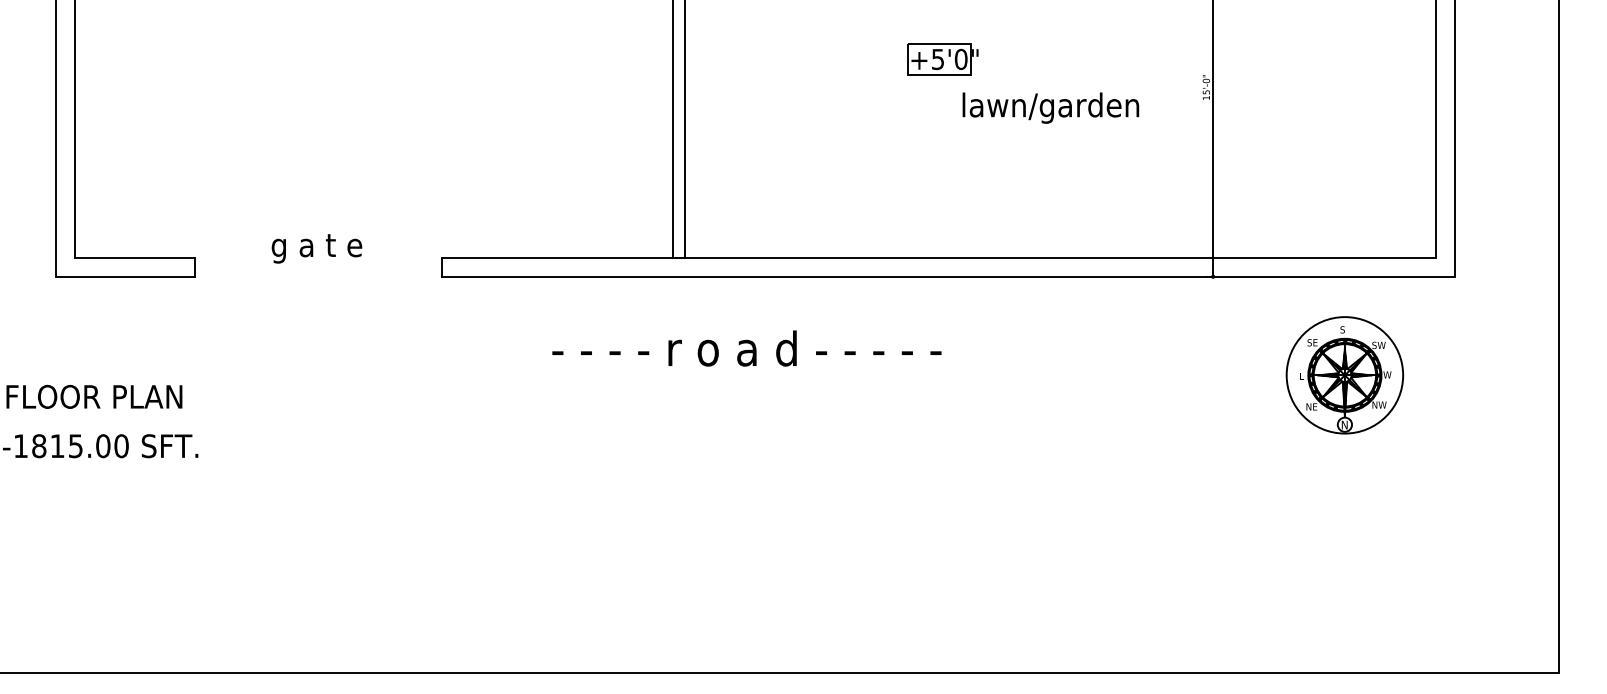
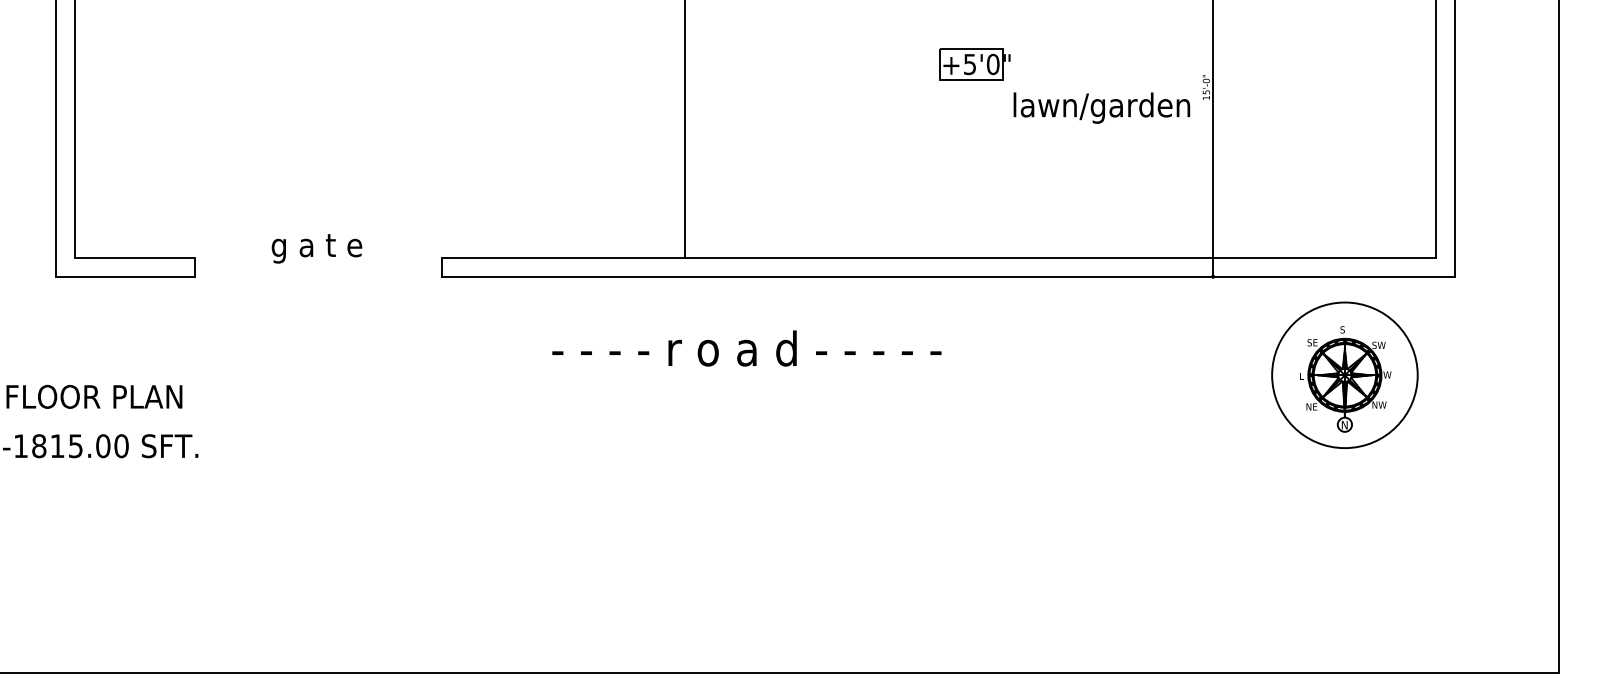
part at (942, 59) position: (942, 59) -> (974, 64)
text at (1050, 107) position: (1050, 107) -> (1101, 107)
line at (673, 129): present -> none
circle at (1344, 375) diameter: 116 px -> 146 px
